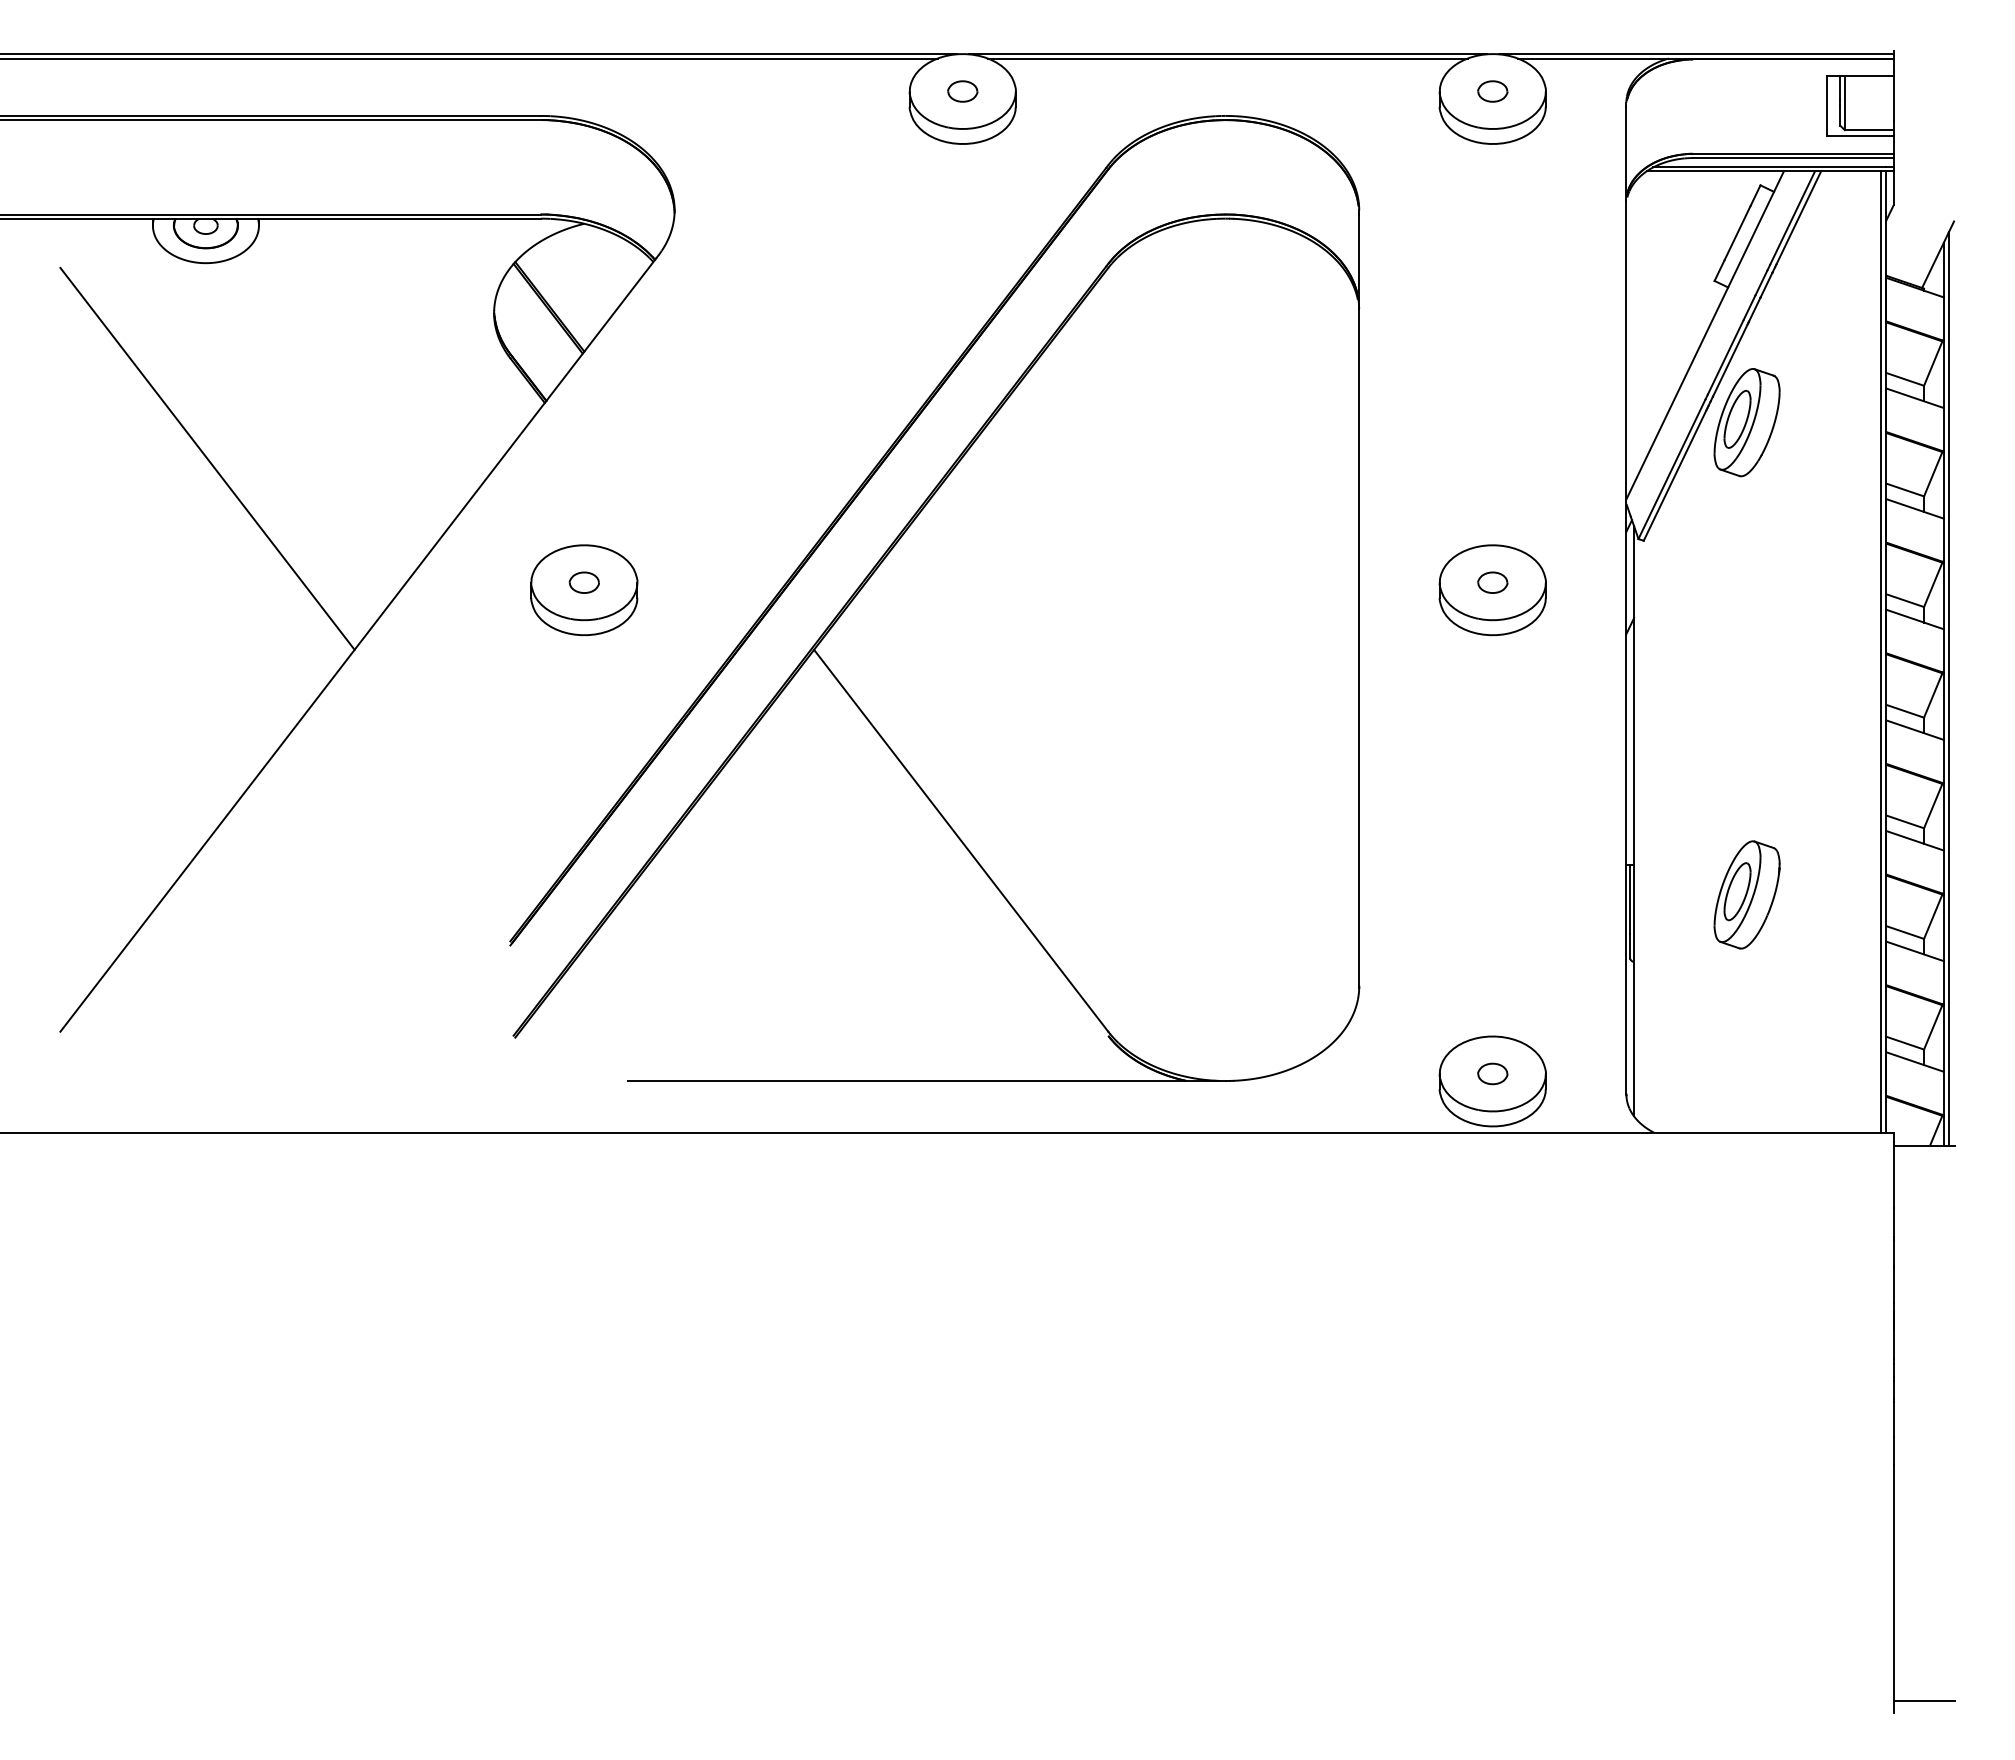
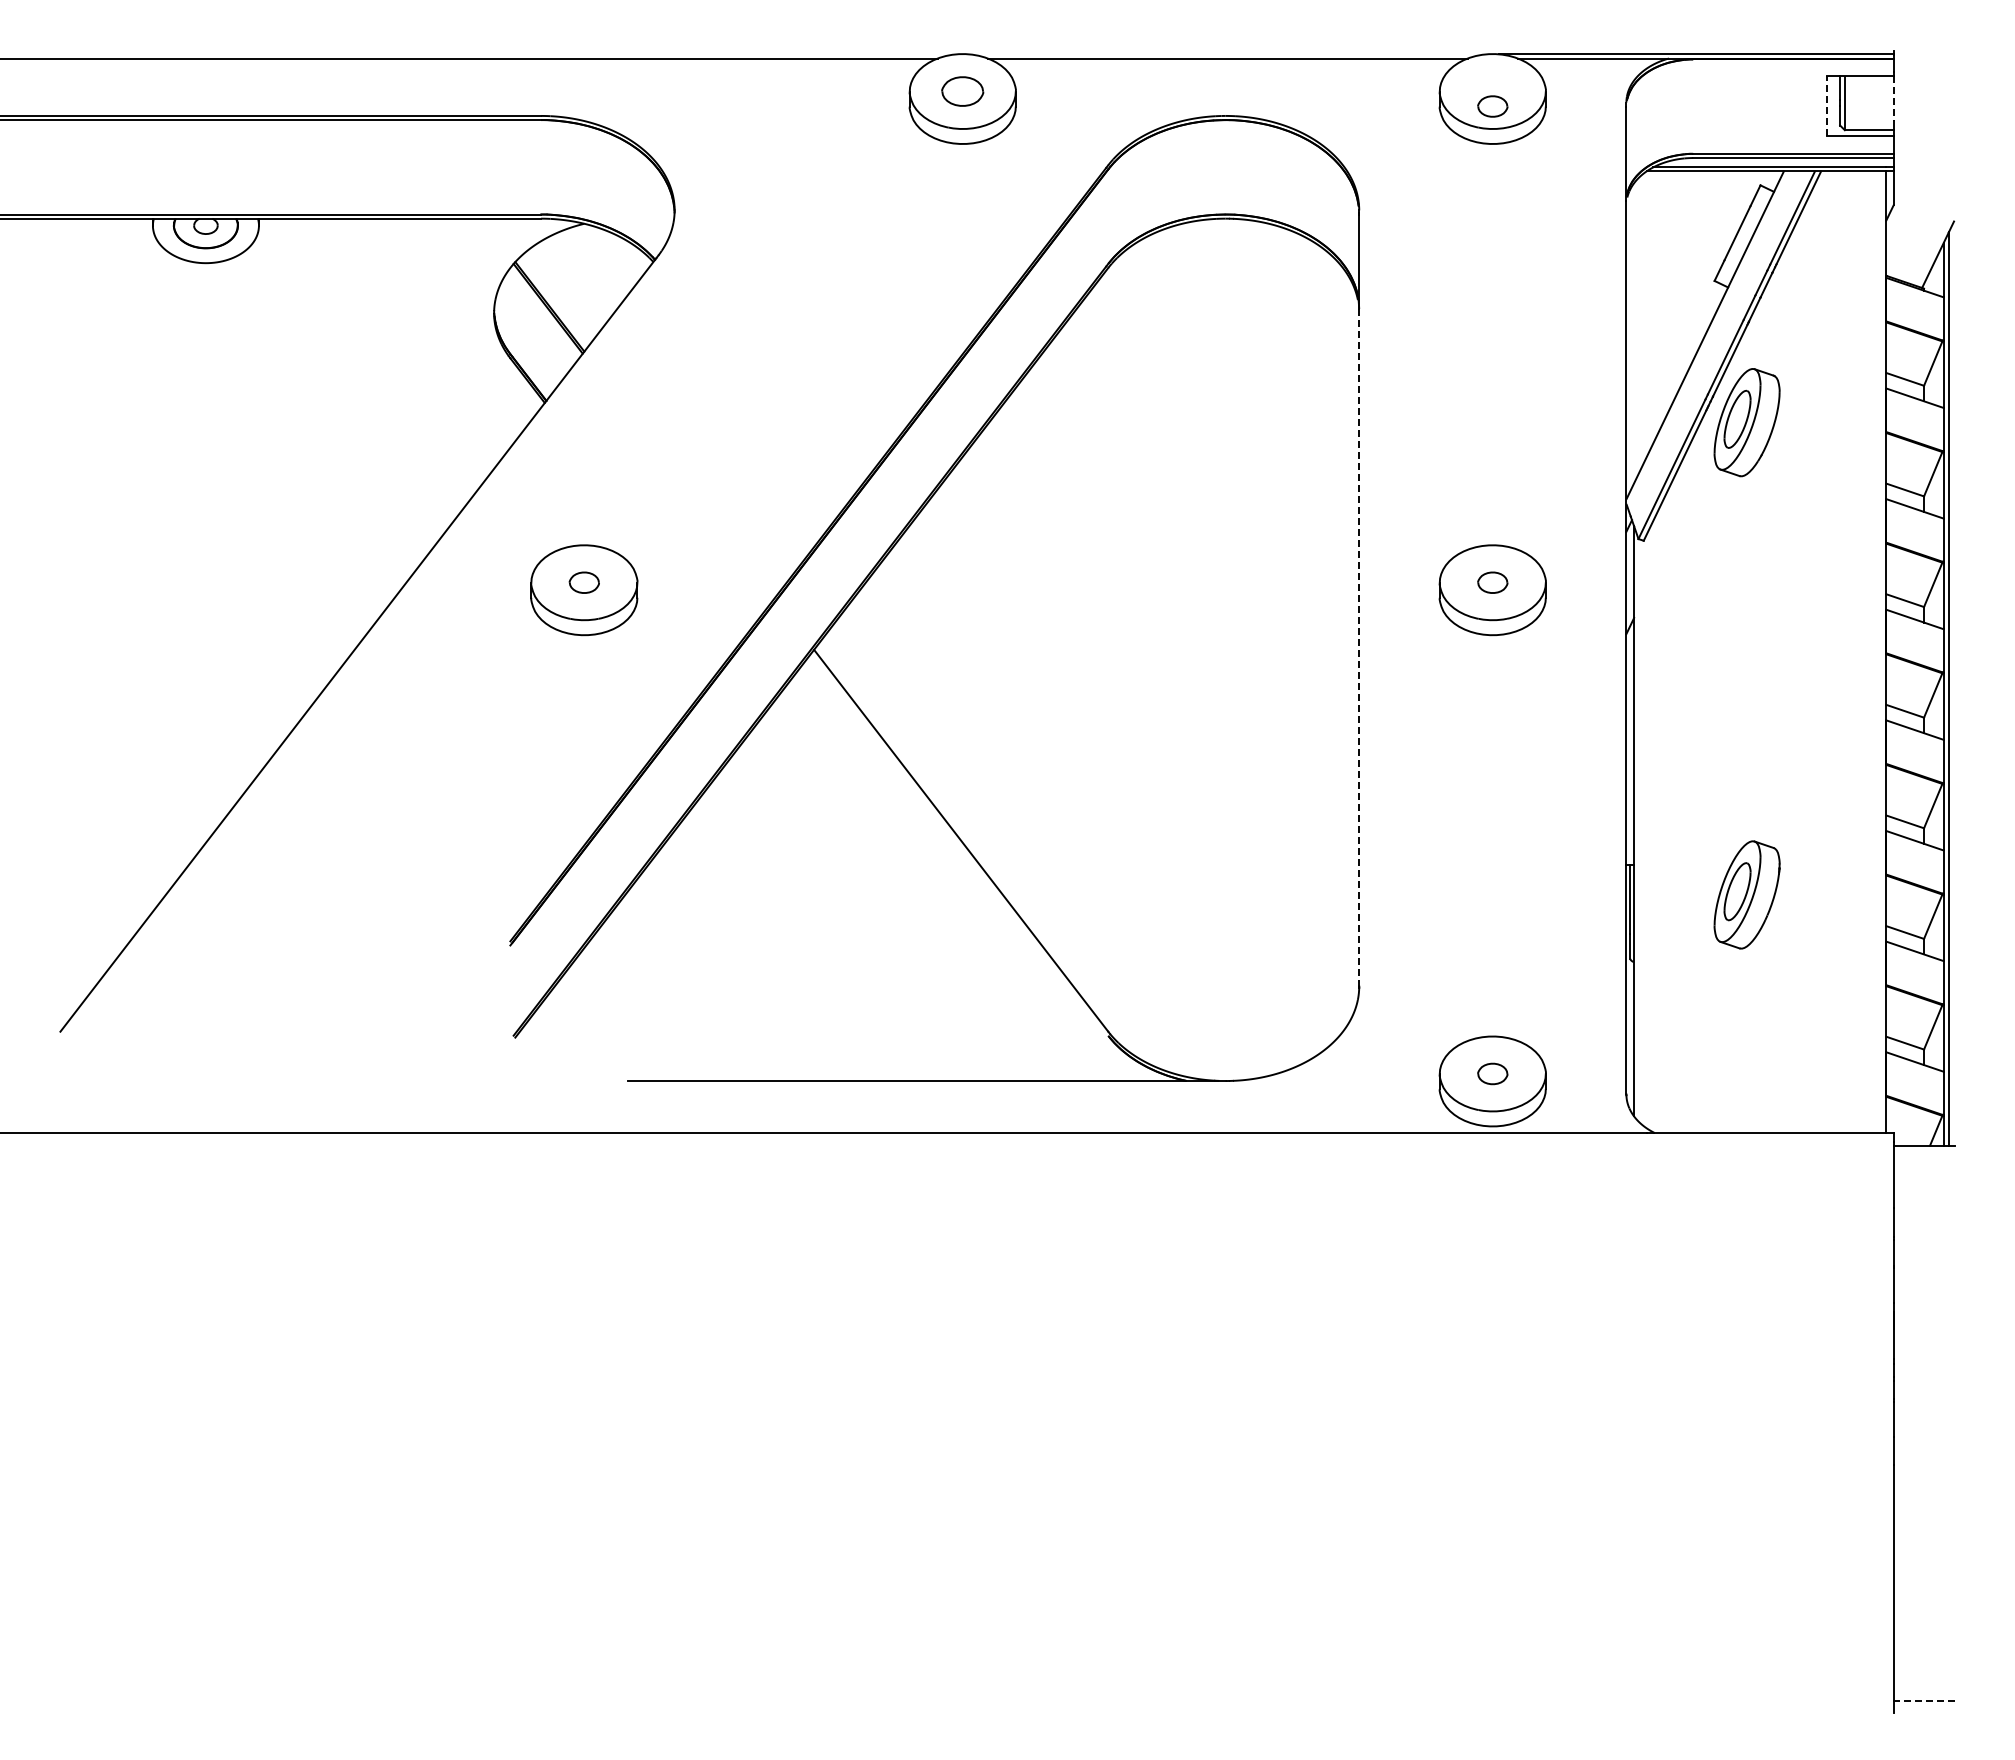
line at (479, 54): present -> none
line at (1227, 54): present -> none
part at (962, 91) size: 32x23 px -> 44x31 px
part at (1492, 91) position: (1492, 91) -> (1492, 106)
line at (1893, 98): solid -> dashed
line at (1826, 105): solid -> dashed
line at (207, 458): present -> none
line at (1359, 647): solid -> dashed
line at (1881, 651): present -> none
line at (1924, 1701): solid -> dashed
